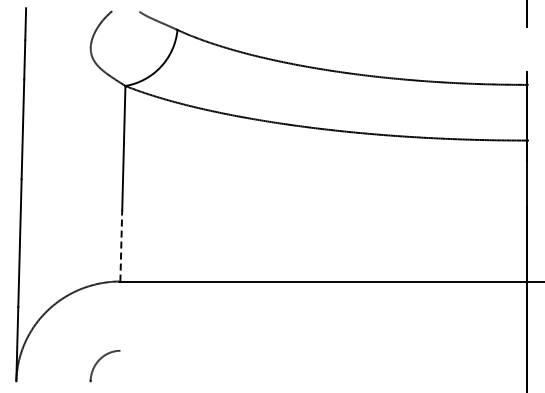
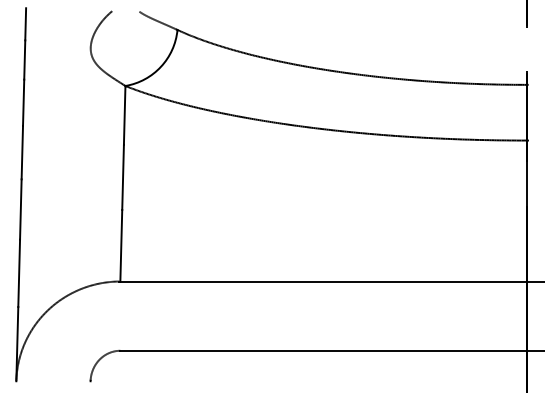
line at (121, 245): dashed -> solid
line at (330, 350): none -> present
